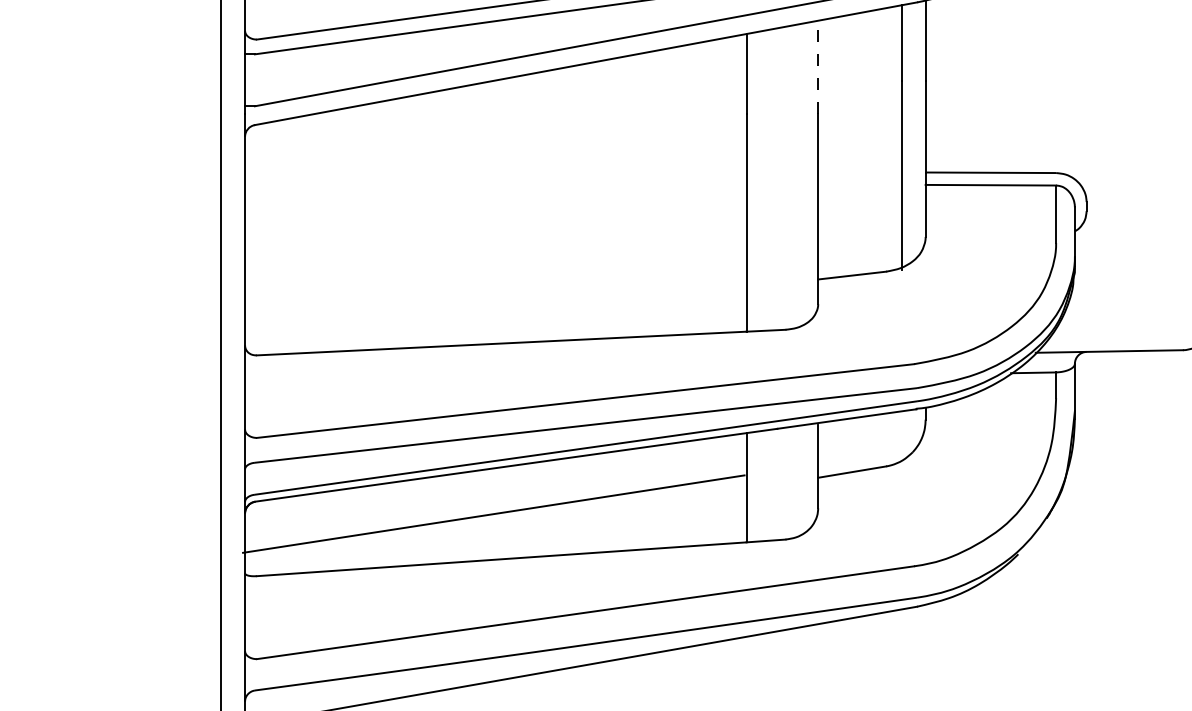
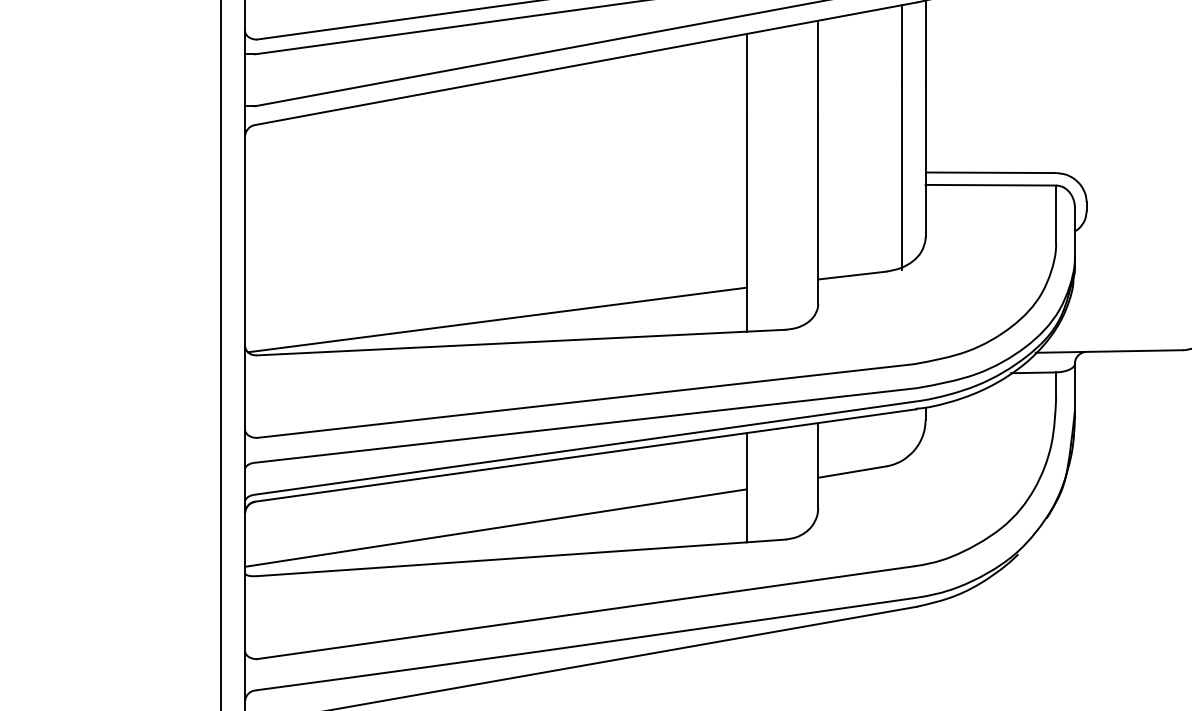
line at (818, 67): dashed -> solid
line at (497, 319): none -> present
line at (493, 513) position: (493, 513) -> (495, 527)
